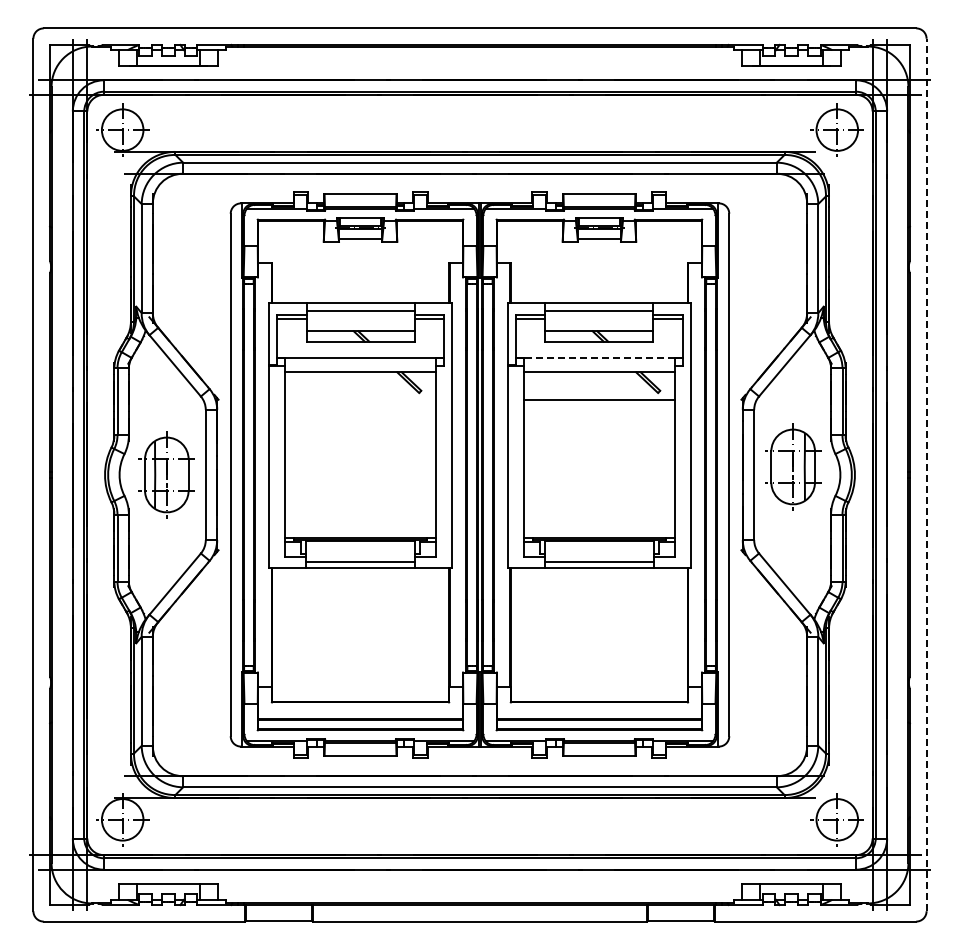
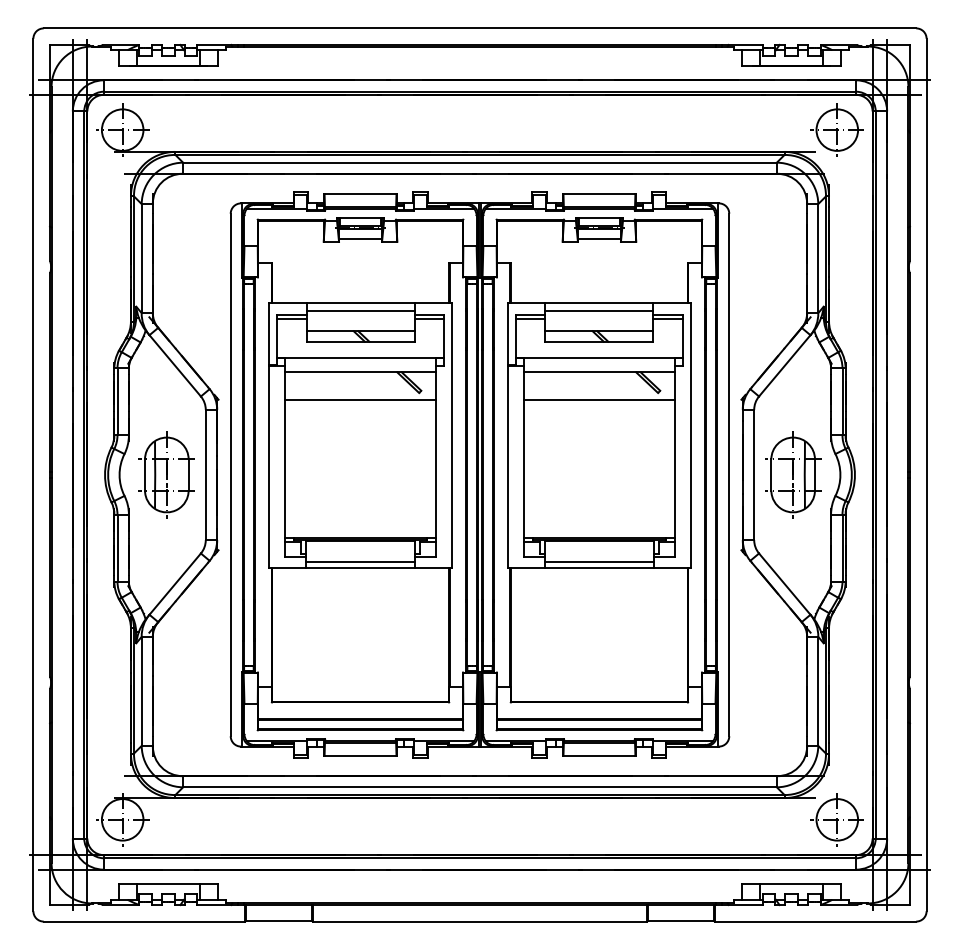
line at (599, 357): dashed -> solid
line at (360, 400): none -> present
part at (793, 466) position: (793, 466) -> (793, 474)
line at (926, 474): dashed -> solid
